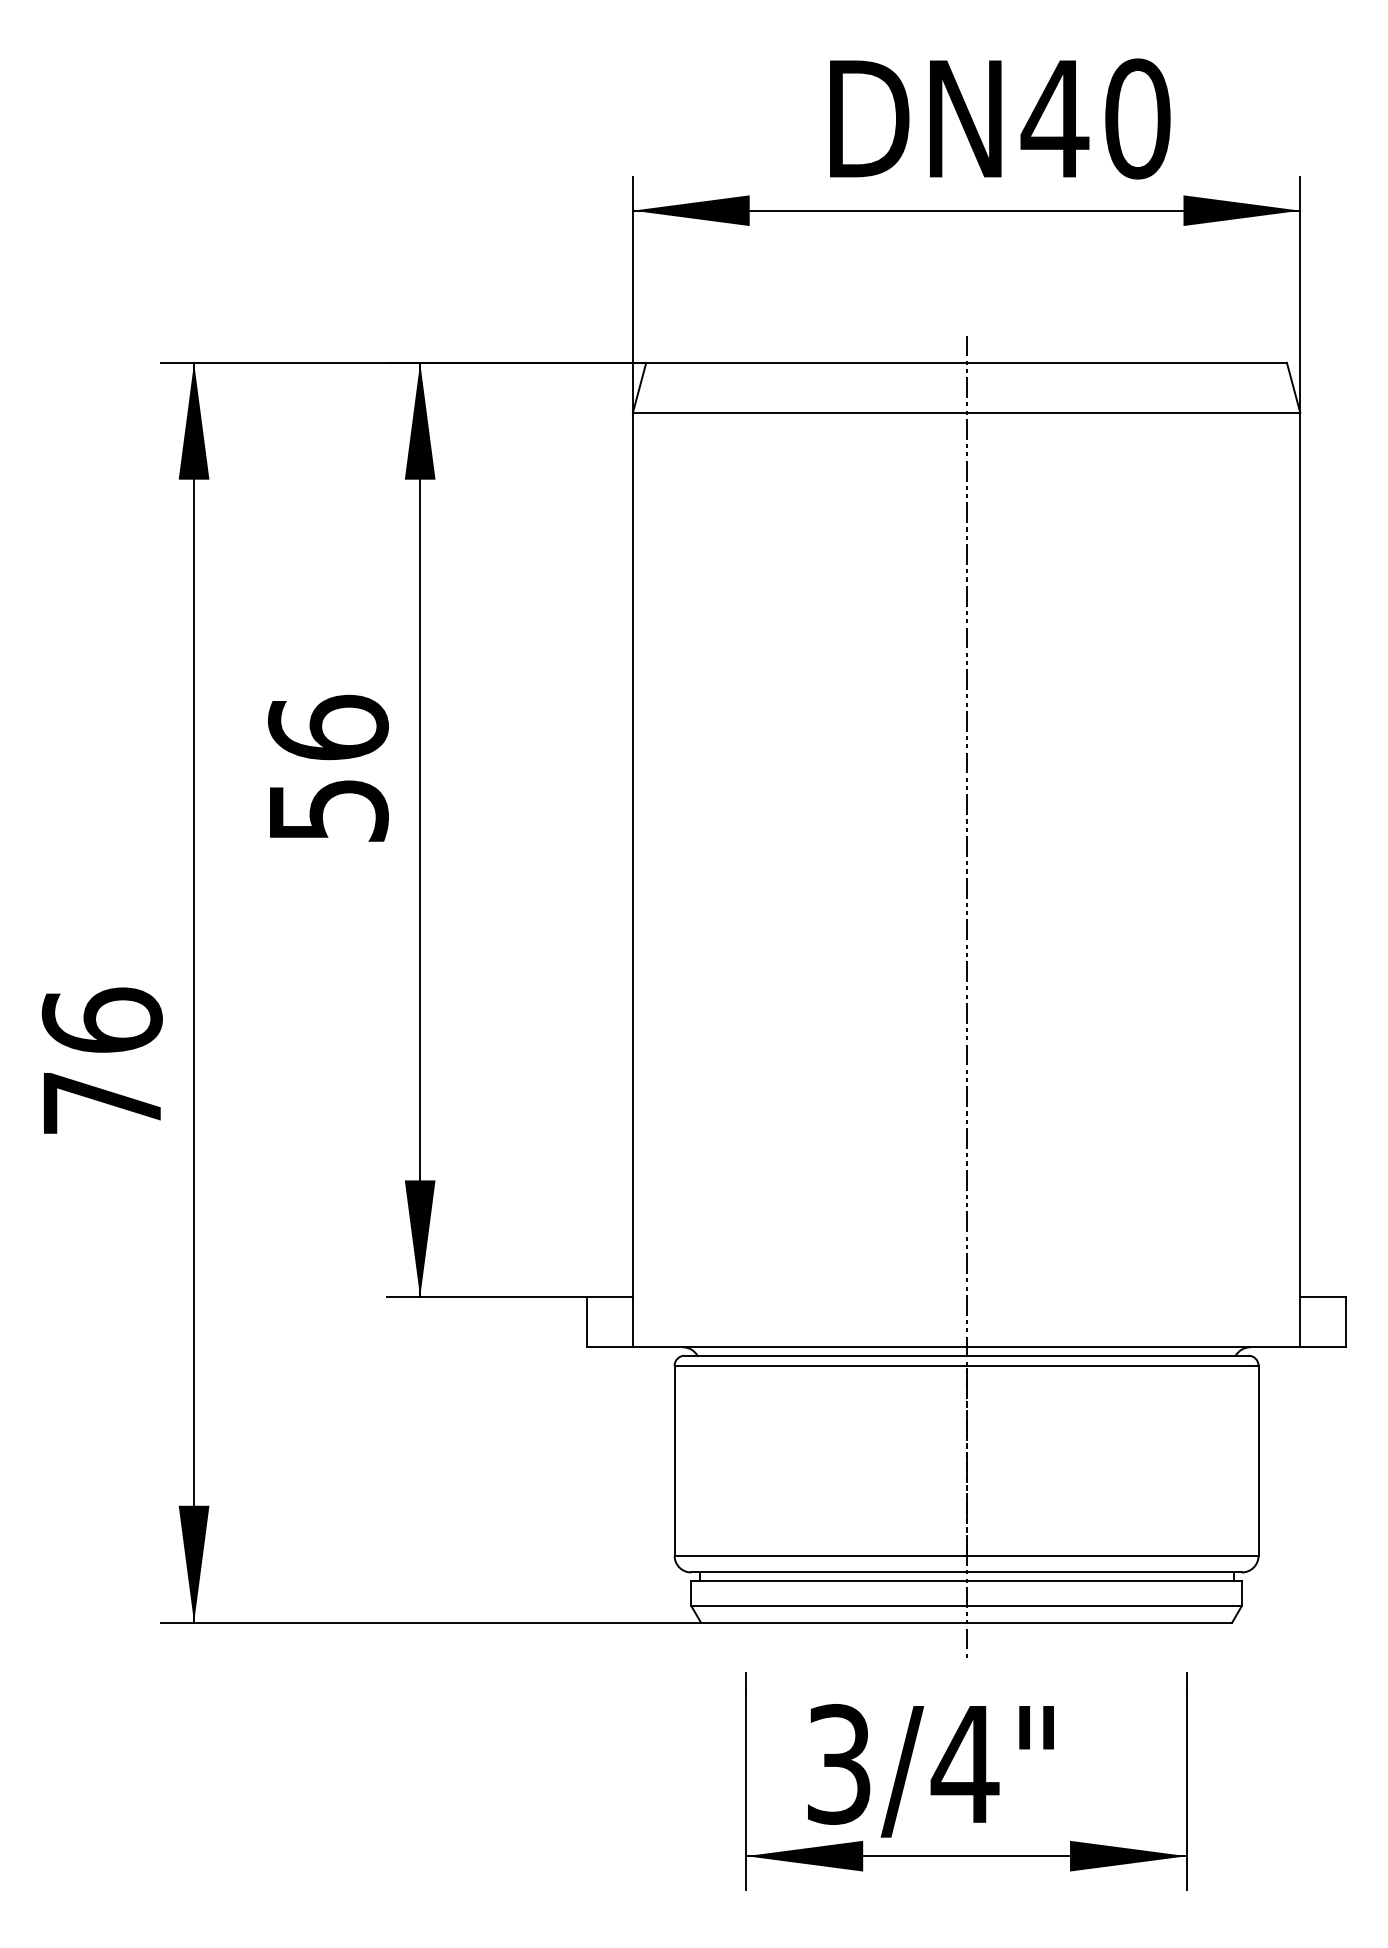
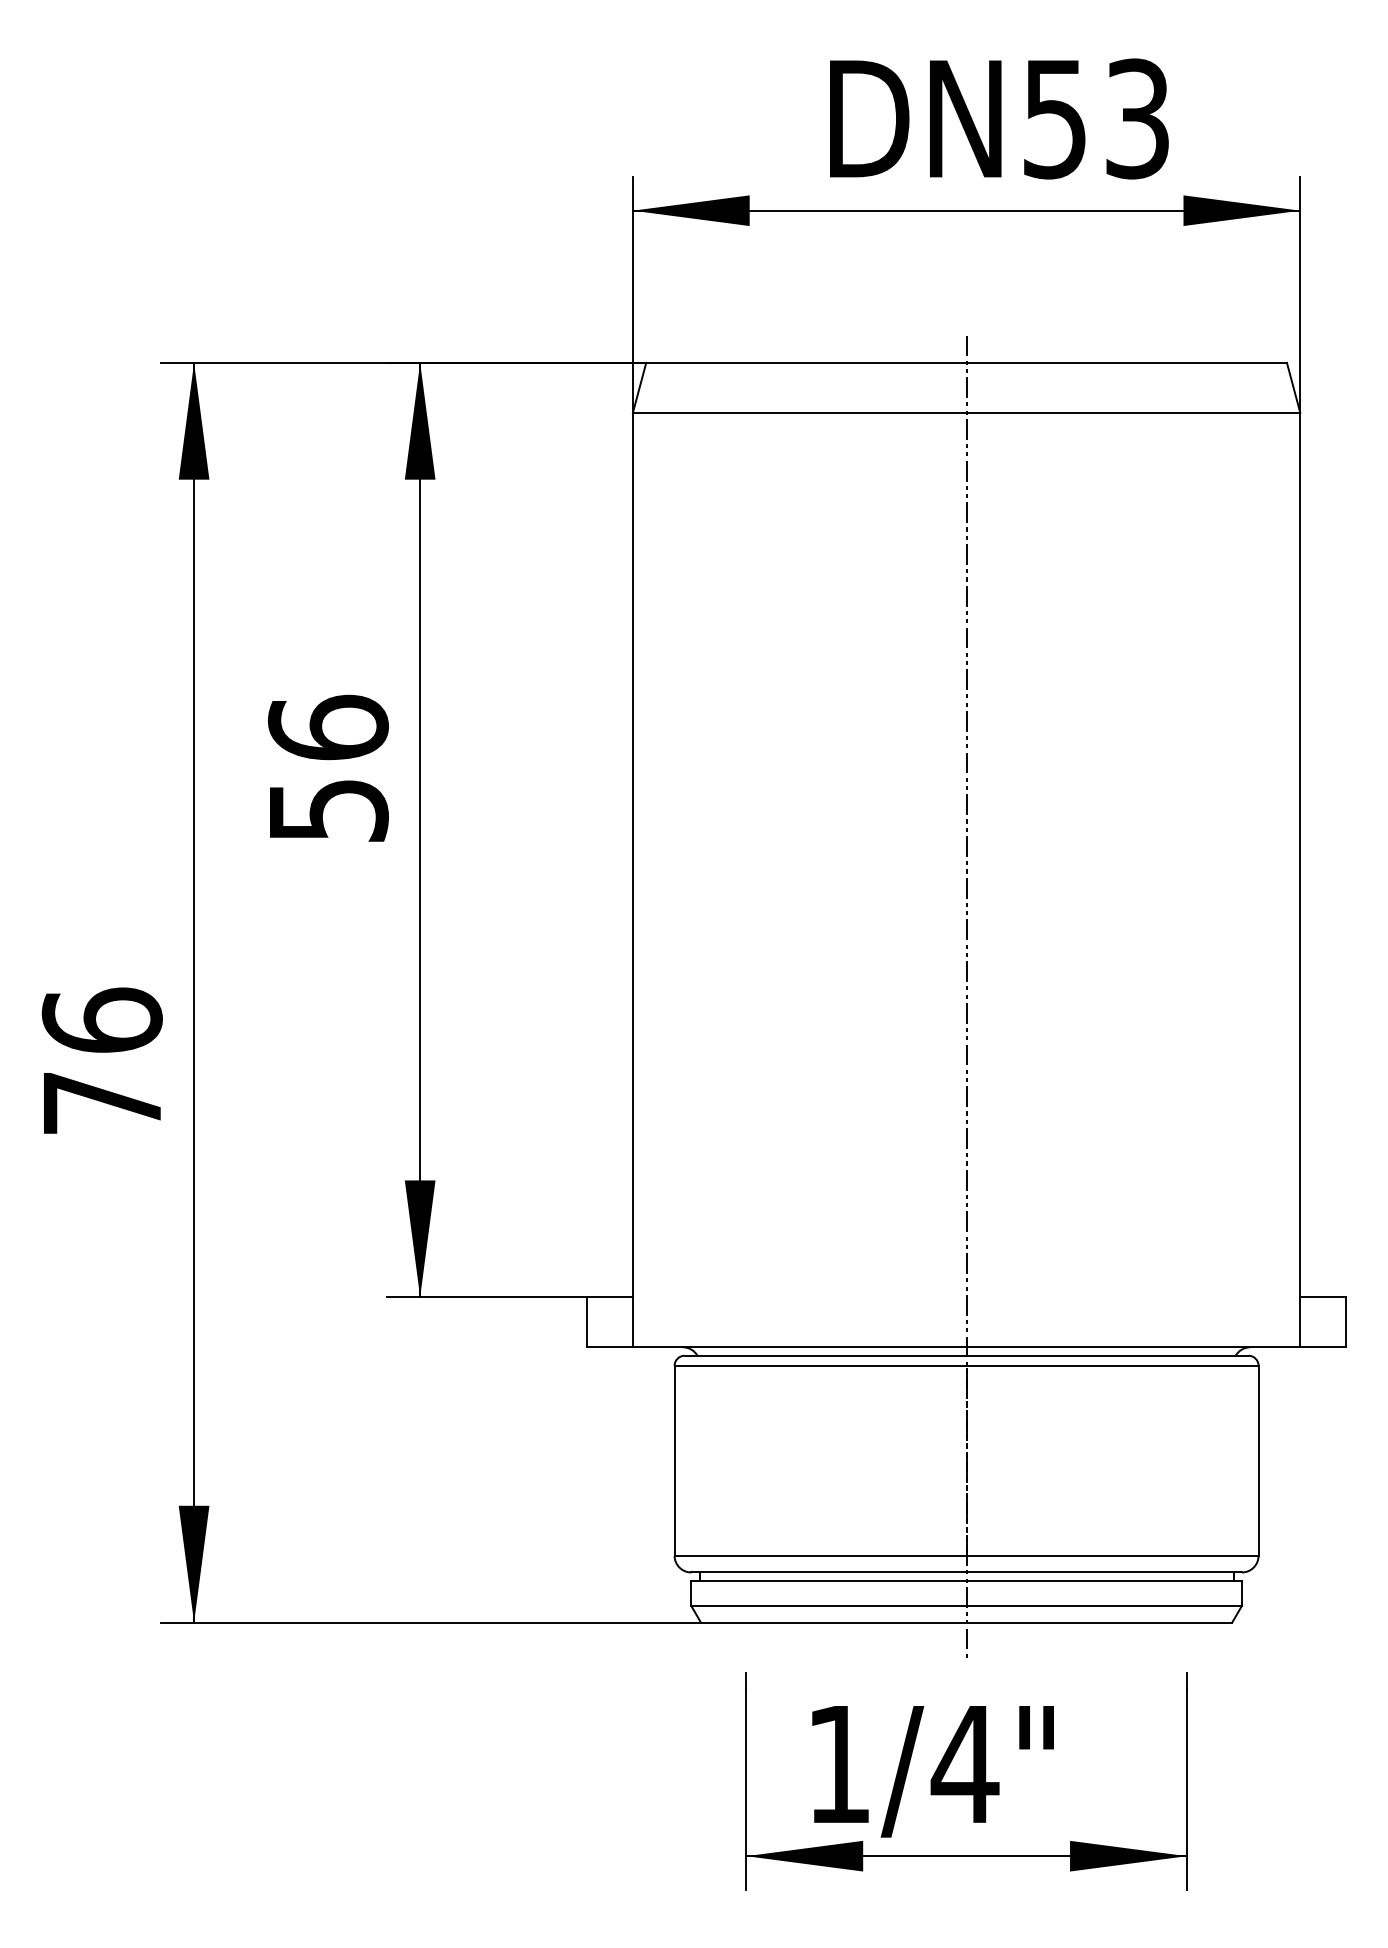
text at (1095, 118): 40 -> 53
text at (839, 1764): 3/4" -> 1/4"
